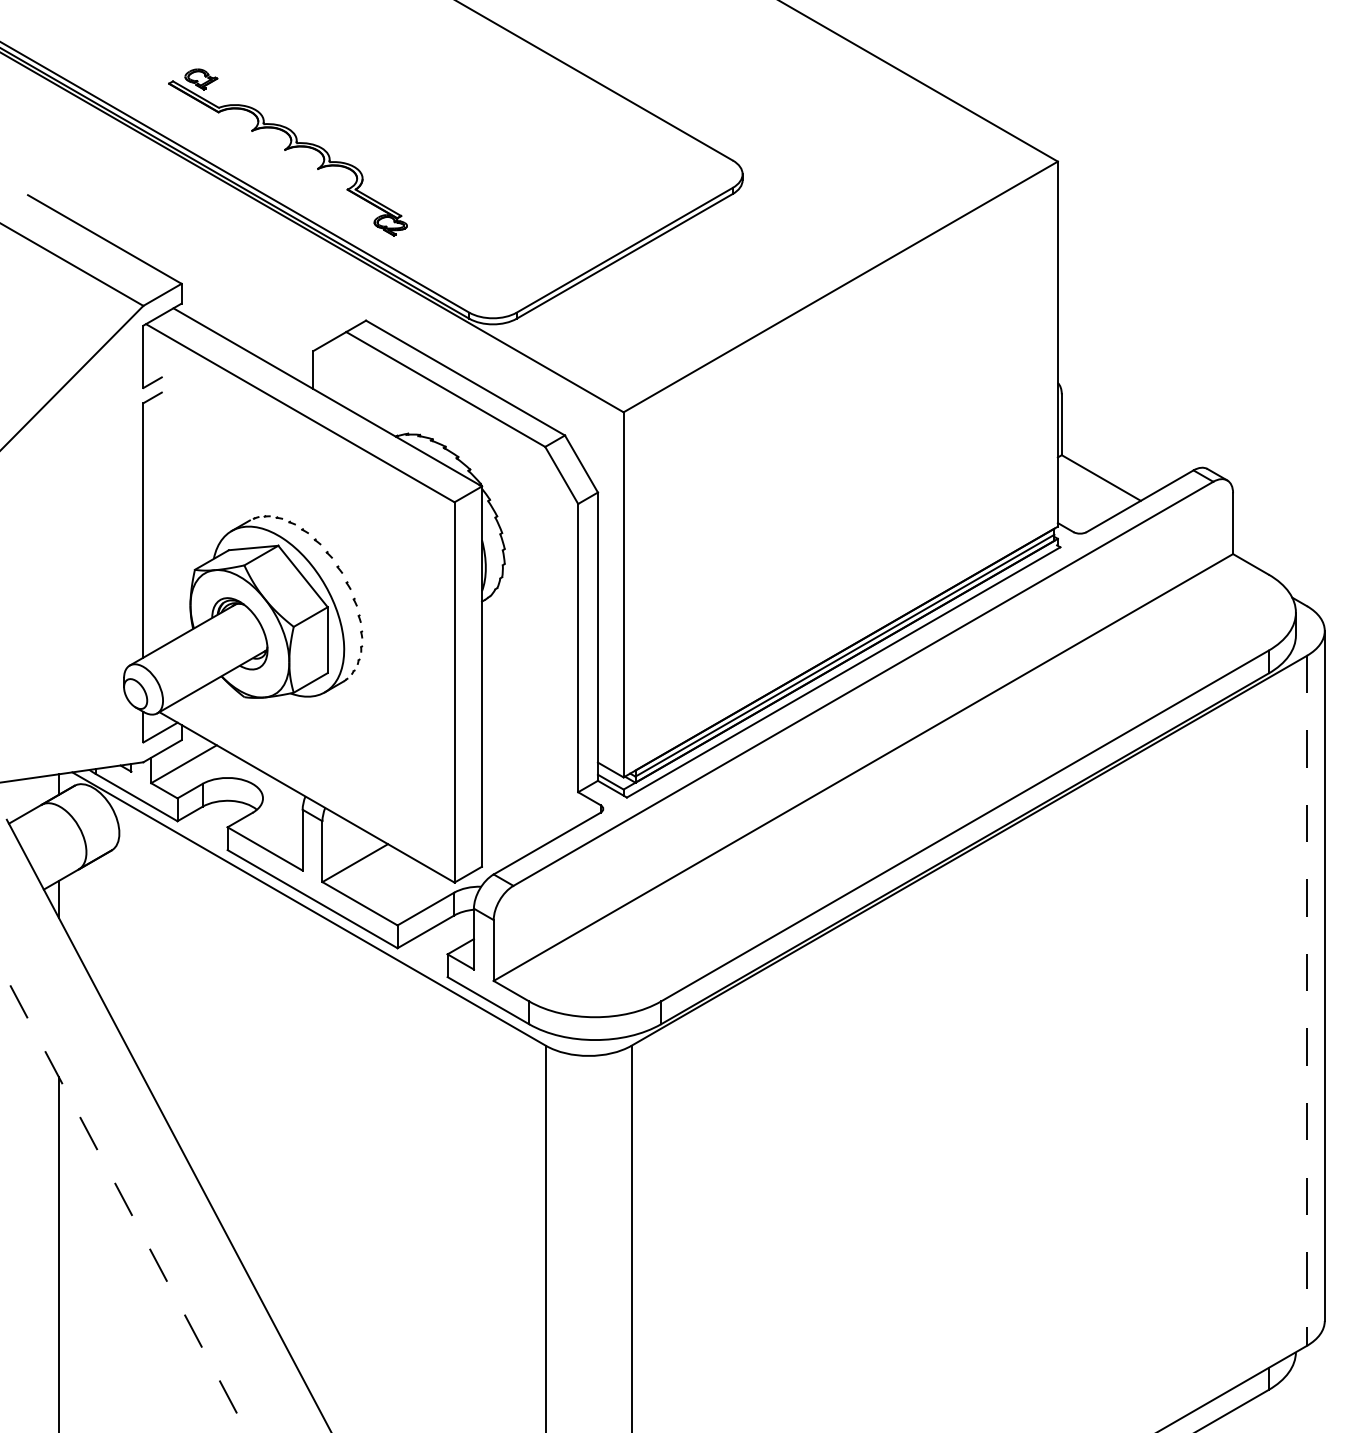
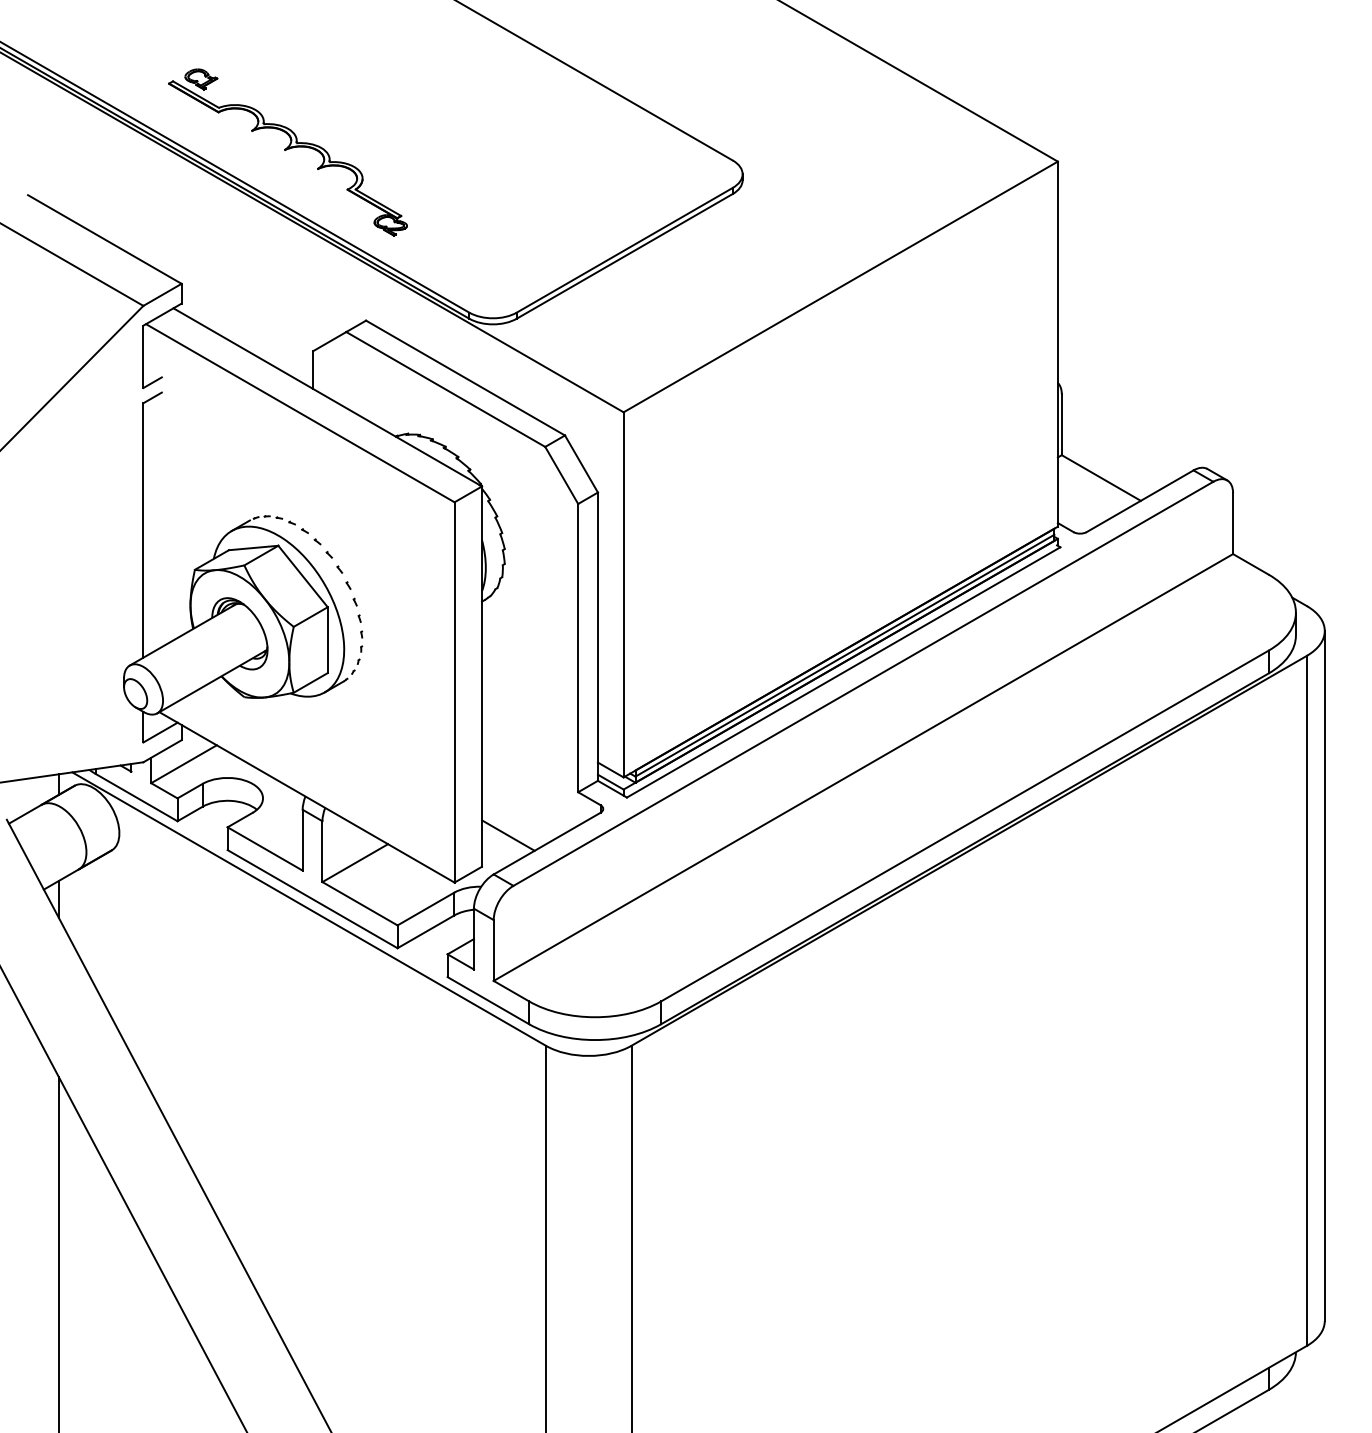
line at (508, 835): none -> present
line at (1306, 1001): dashed -> solid
line at (123, 1199): dashed -> solid
